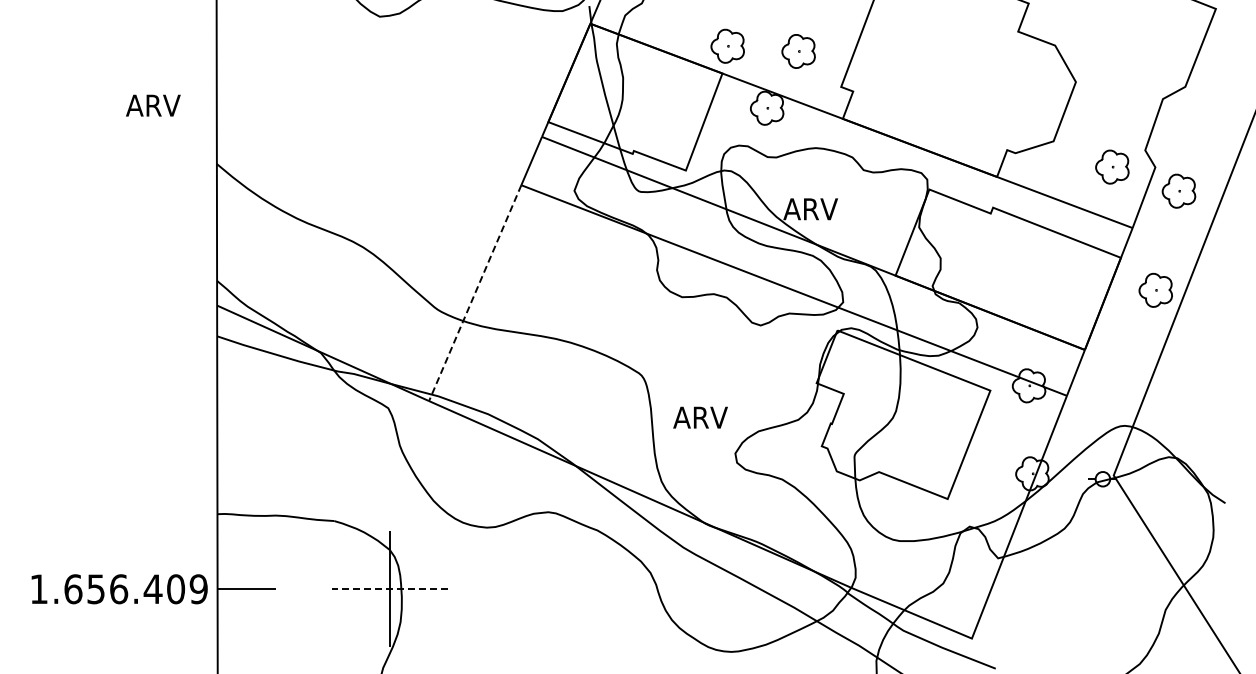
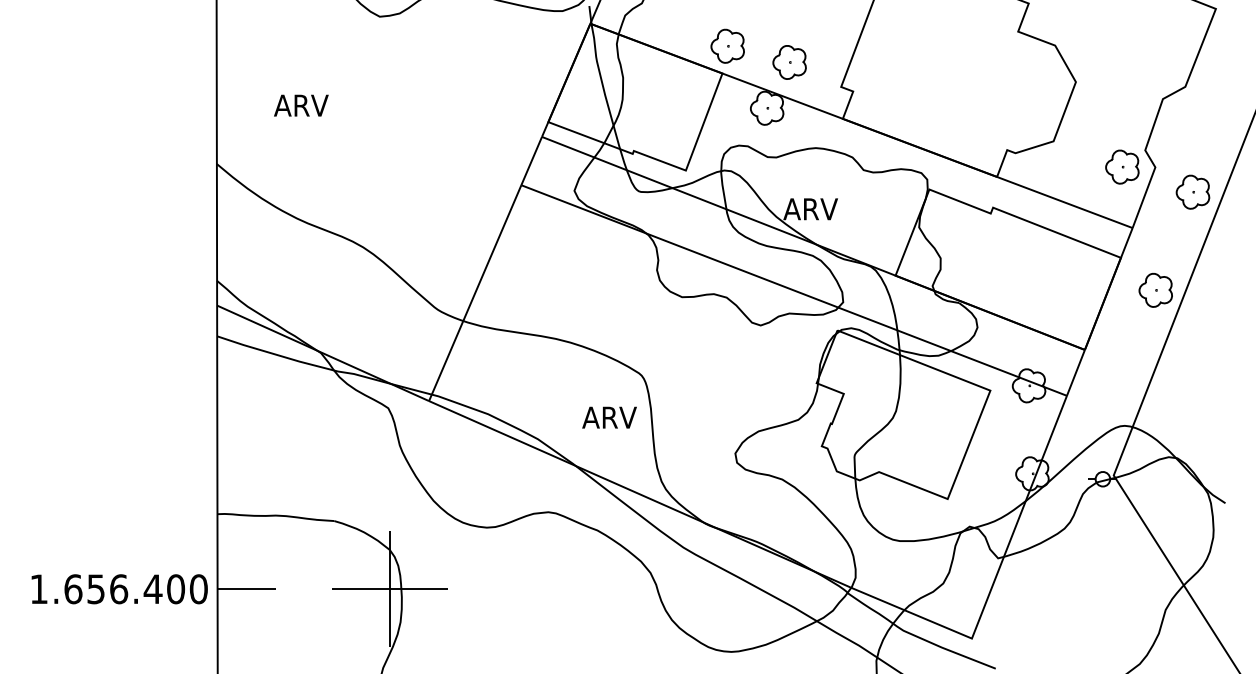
part at (798, 51) position: (798, 51) -> (789, 62)
text at (153, 105) position: (153, 105) -> (301, 105)
part at (1112, 166) position: (1112, 166) -> (1122, 166)
part at (1178, 190) position: (1178, 190) -> (1192, 191)
line at (475, 293): dashed -> solid
text at (700, 417) position: (700, 417) -> (609, 417)
text at (198, 589): 1.656.409 -> 1.656.400
line at (389, 589): dashed -> solid
